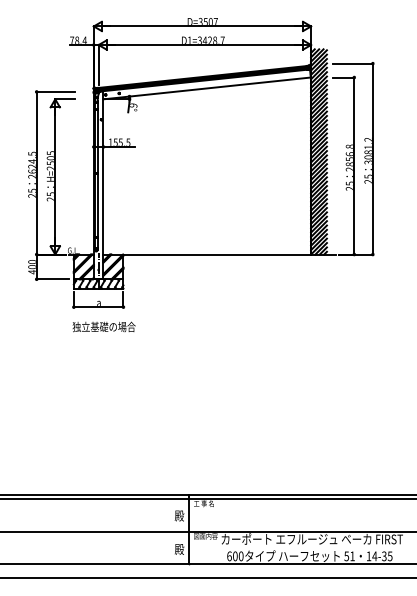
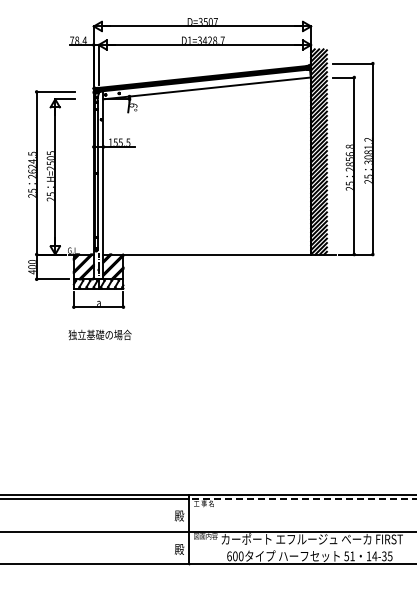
text at (103, 326) position: (103, 326) -> (99, 334)
line at (302, 499): solid -> dashed
line at (207, 578): present -> none
